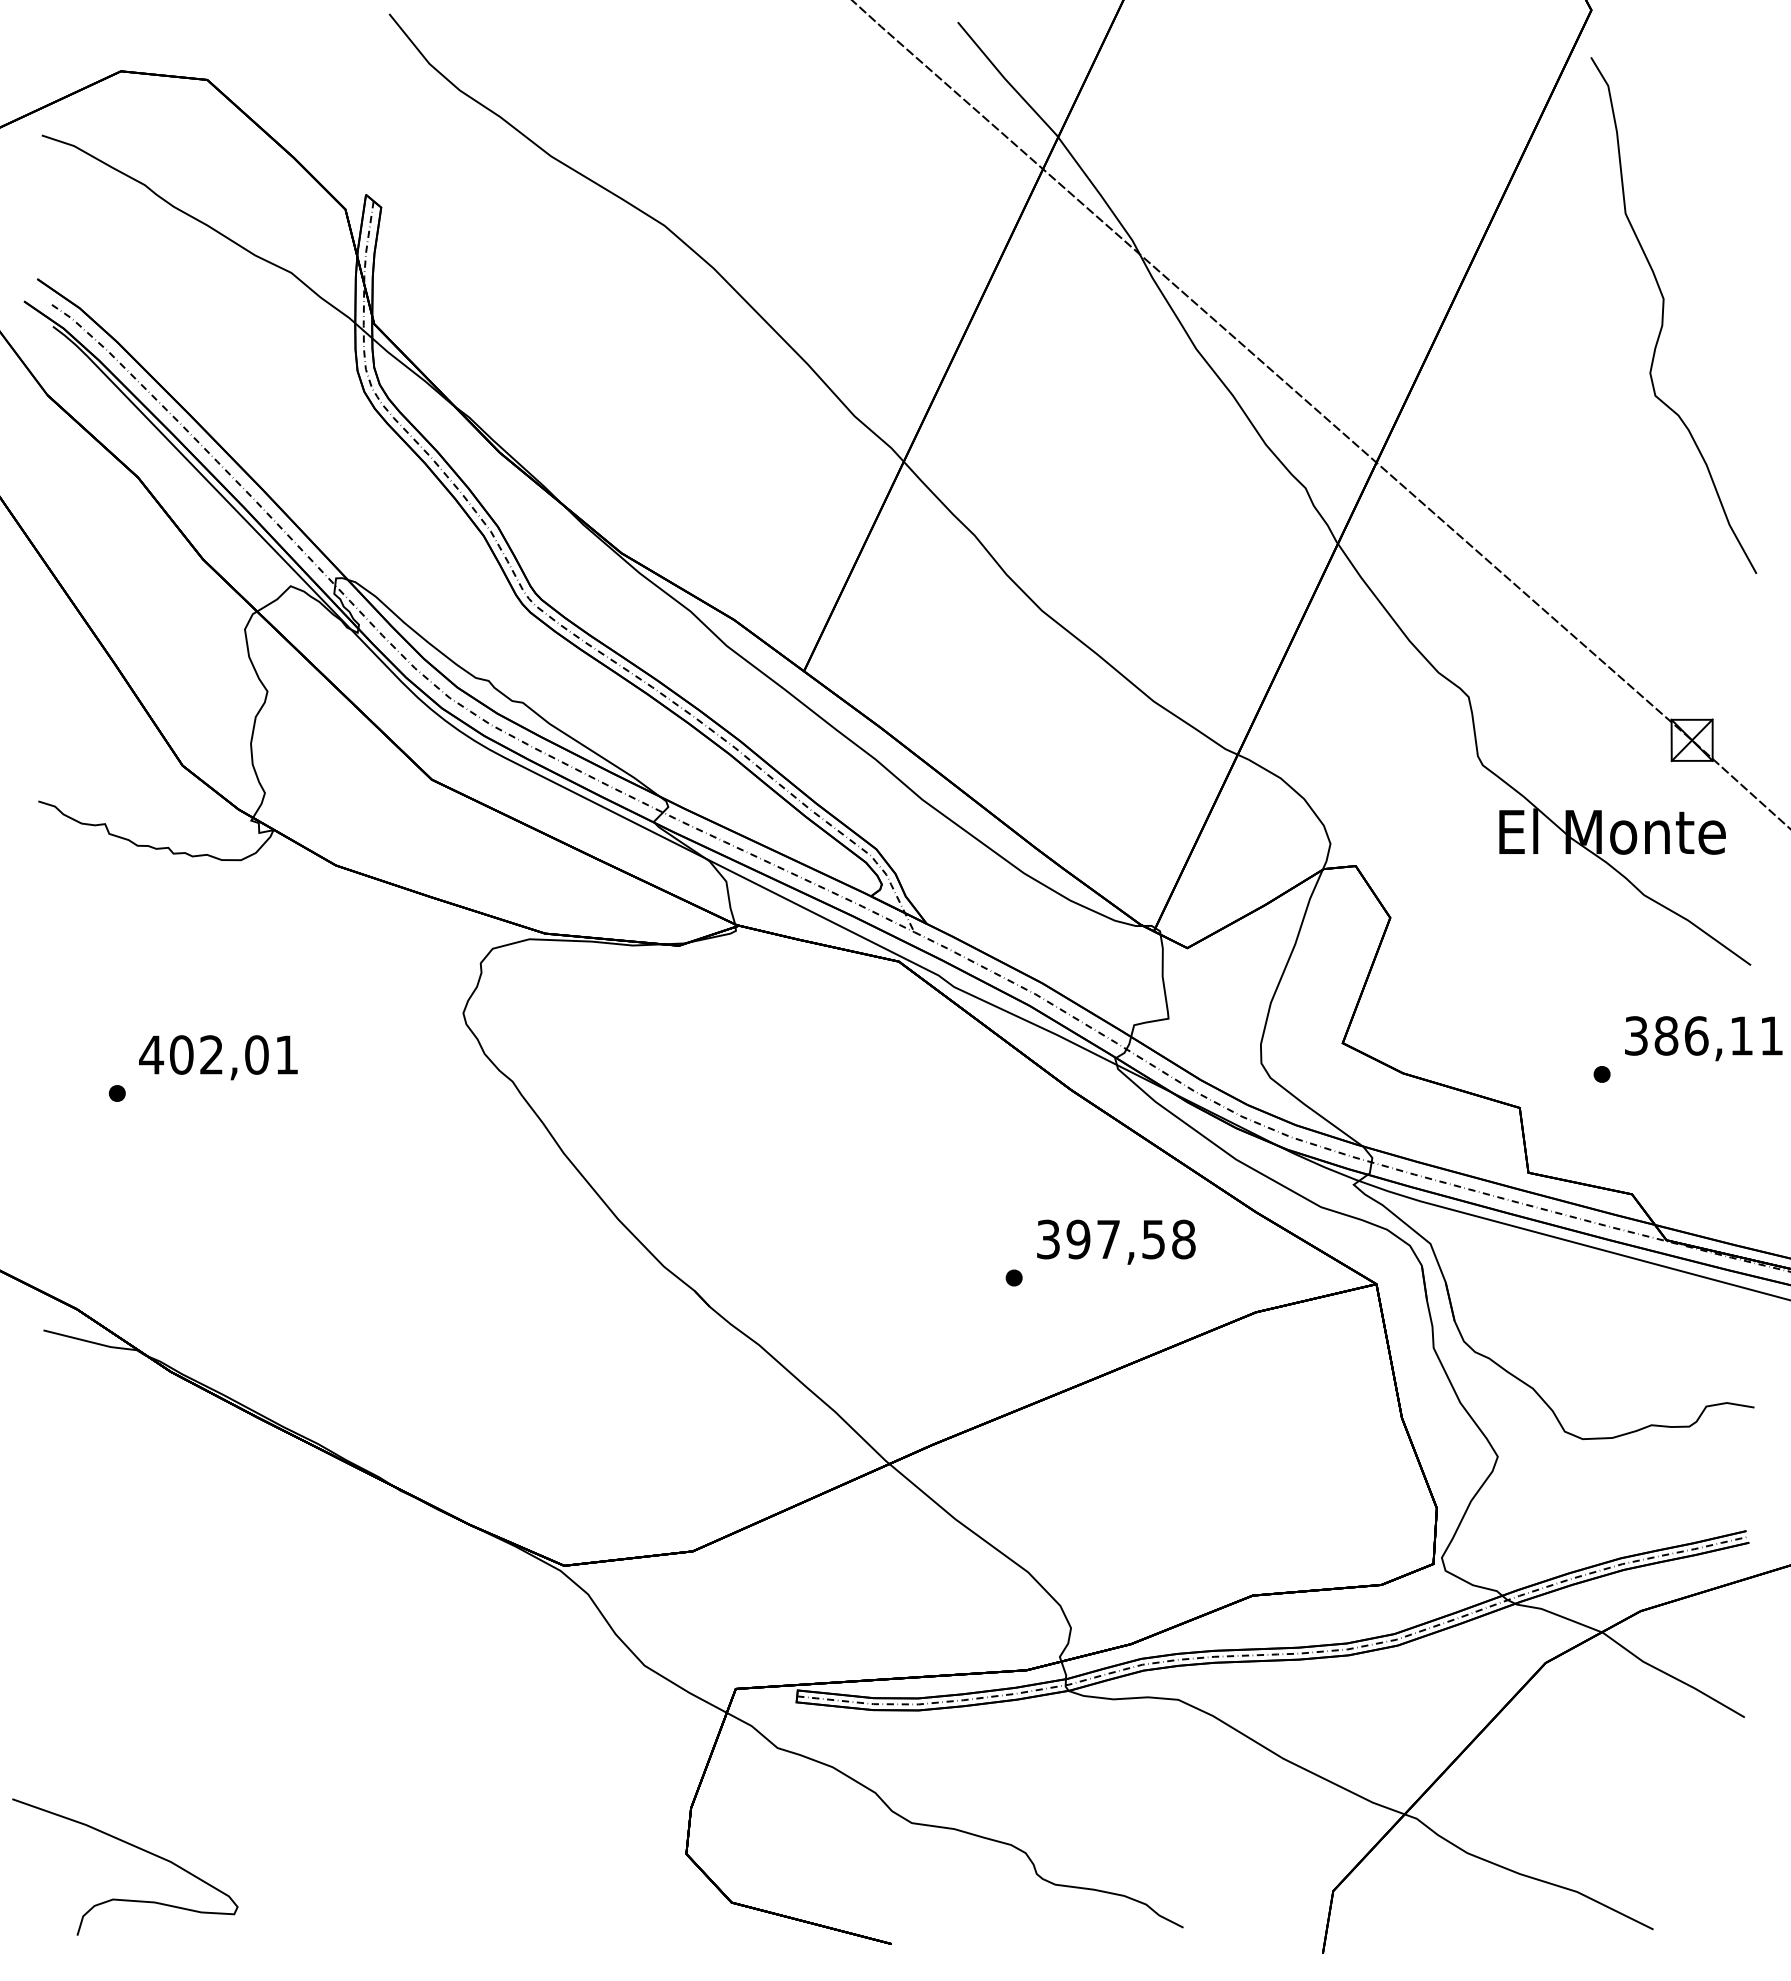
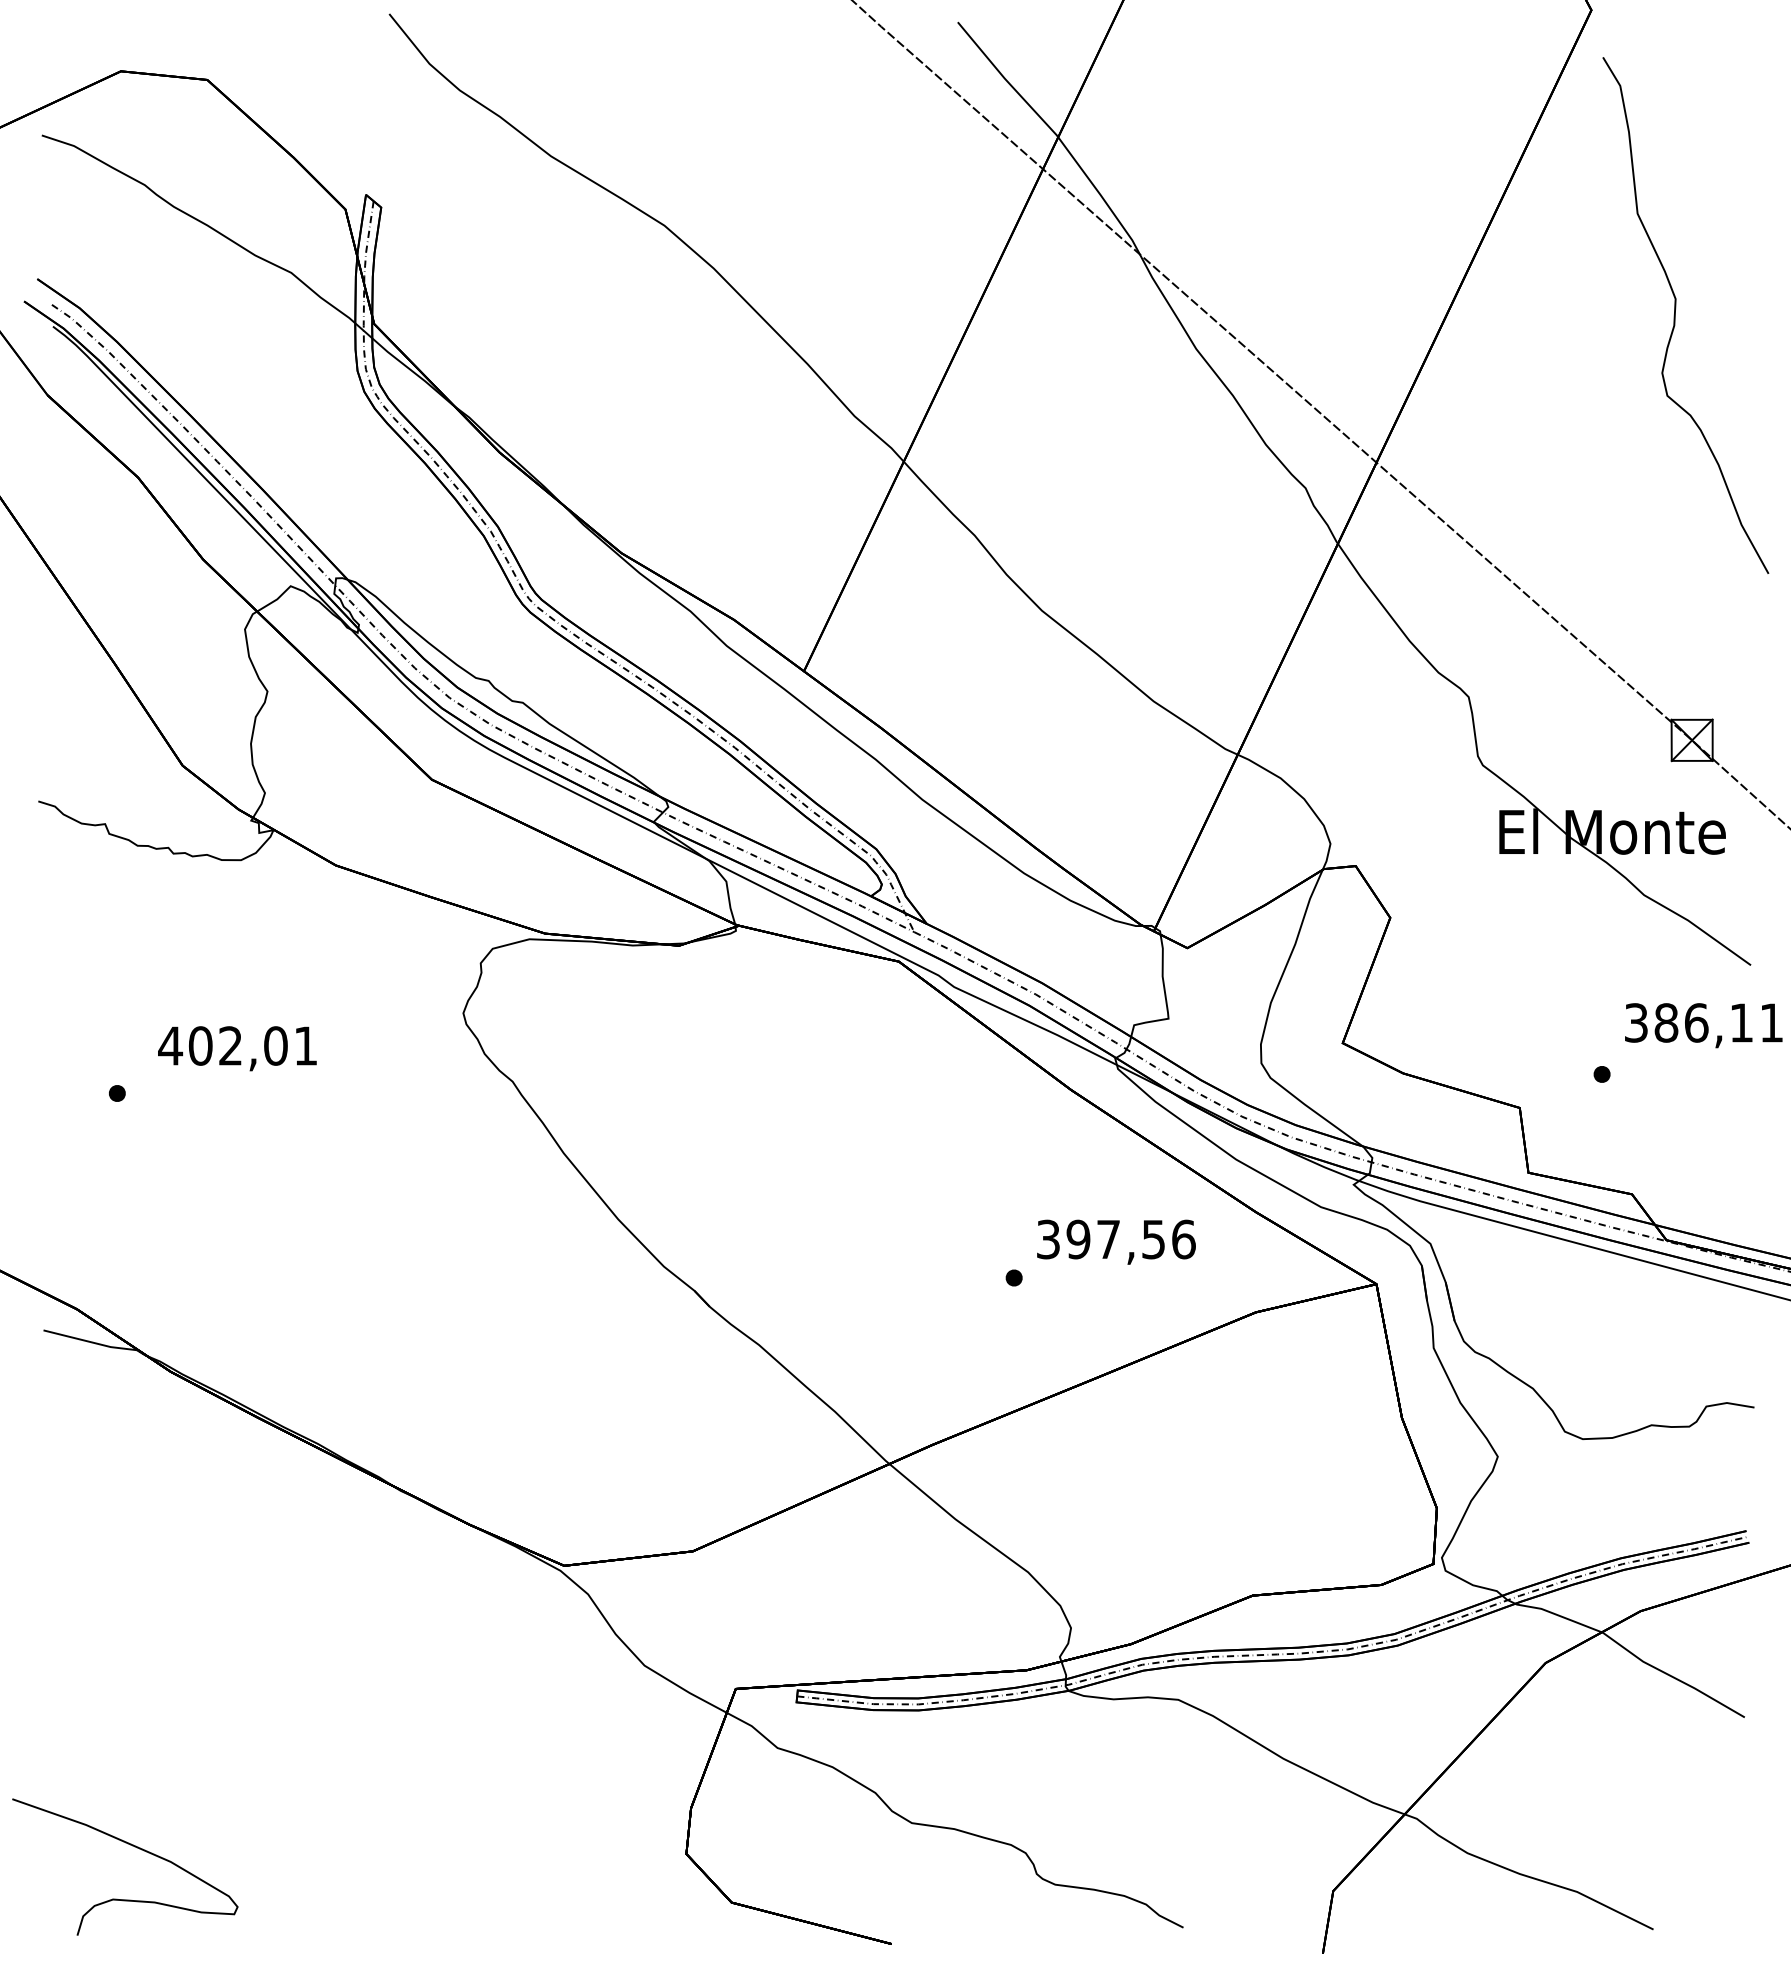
curve at (1663, 315) position: (1663, 315) -> (1675, 315)
text at (1703, 1038) position: (1703, 1038) -> (1703, 1025)
text at (218, 1057) position: (218, 1057) -> (237, 1048)
text at (1183, 1239): 397,58 -> 397,56
